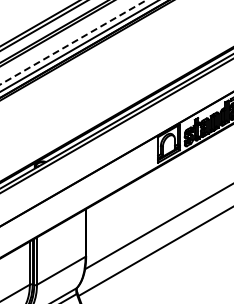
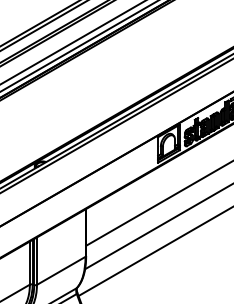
line at (73, 42): dashed -> solid
line at (158, 203): none -> present
